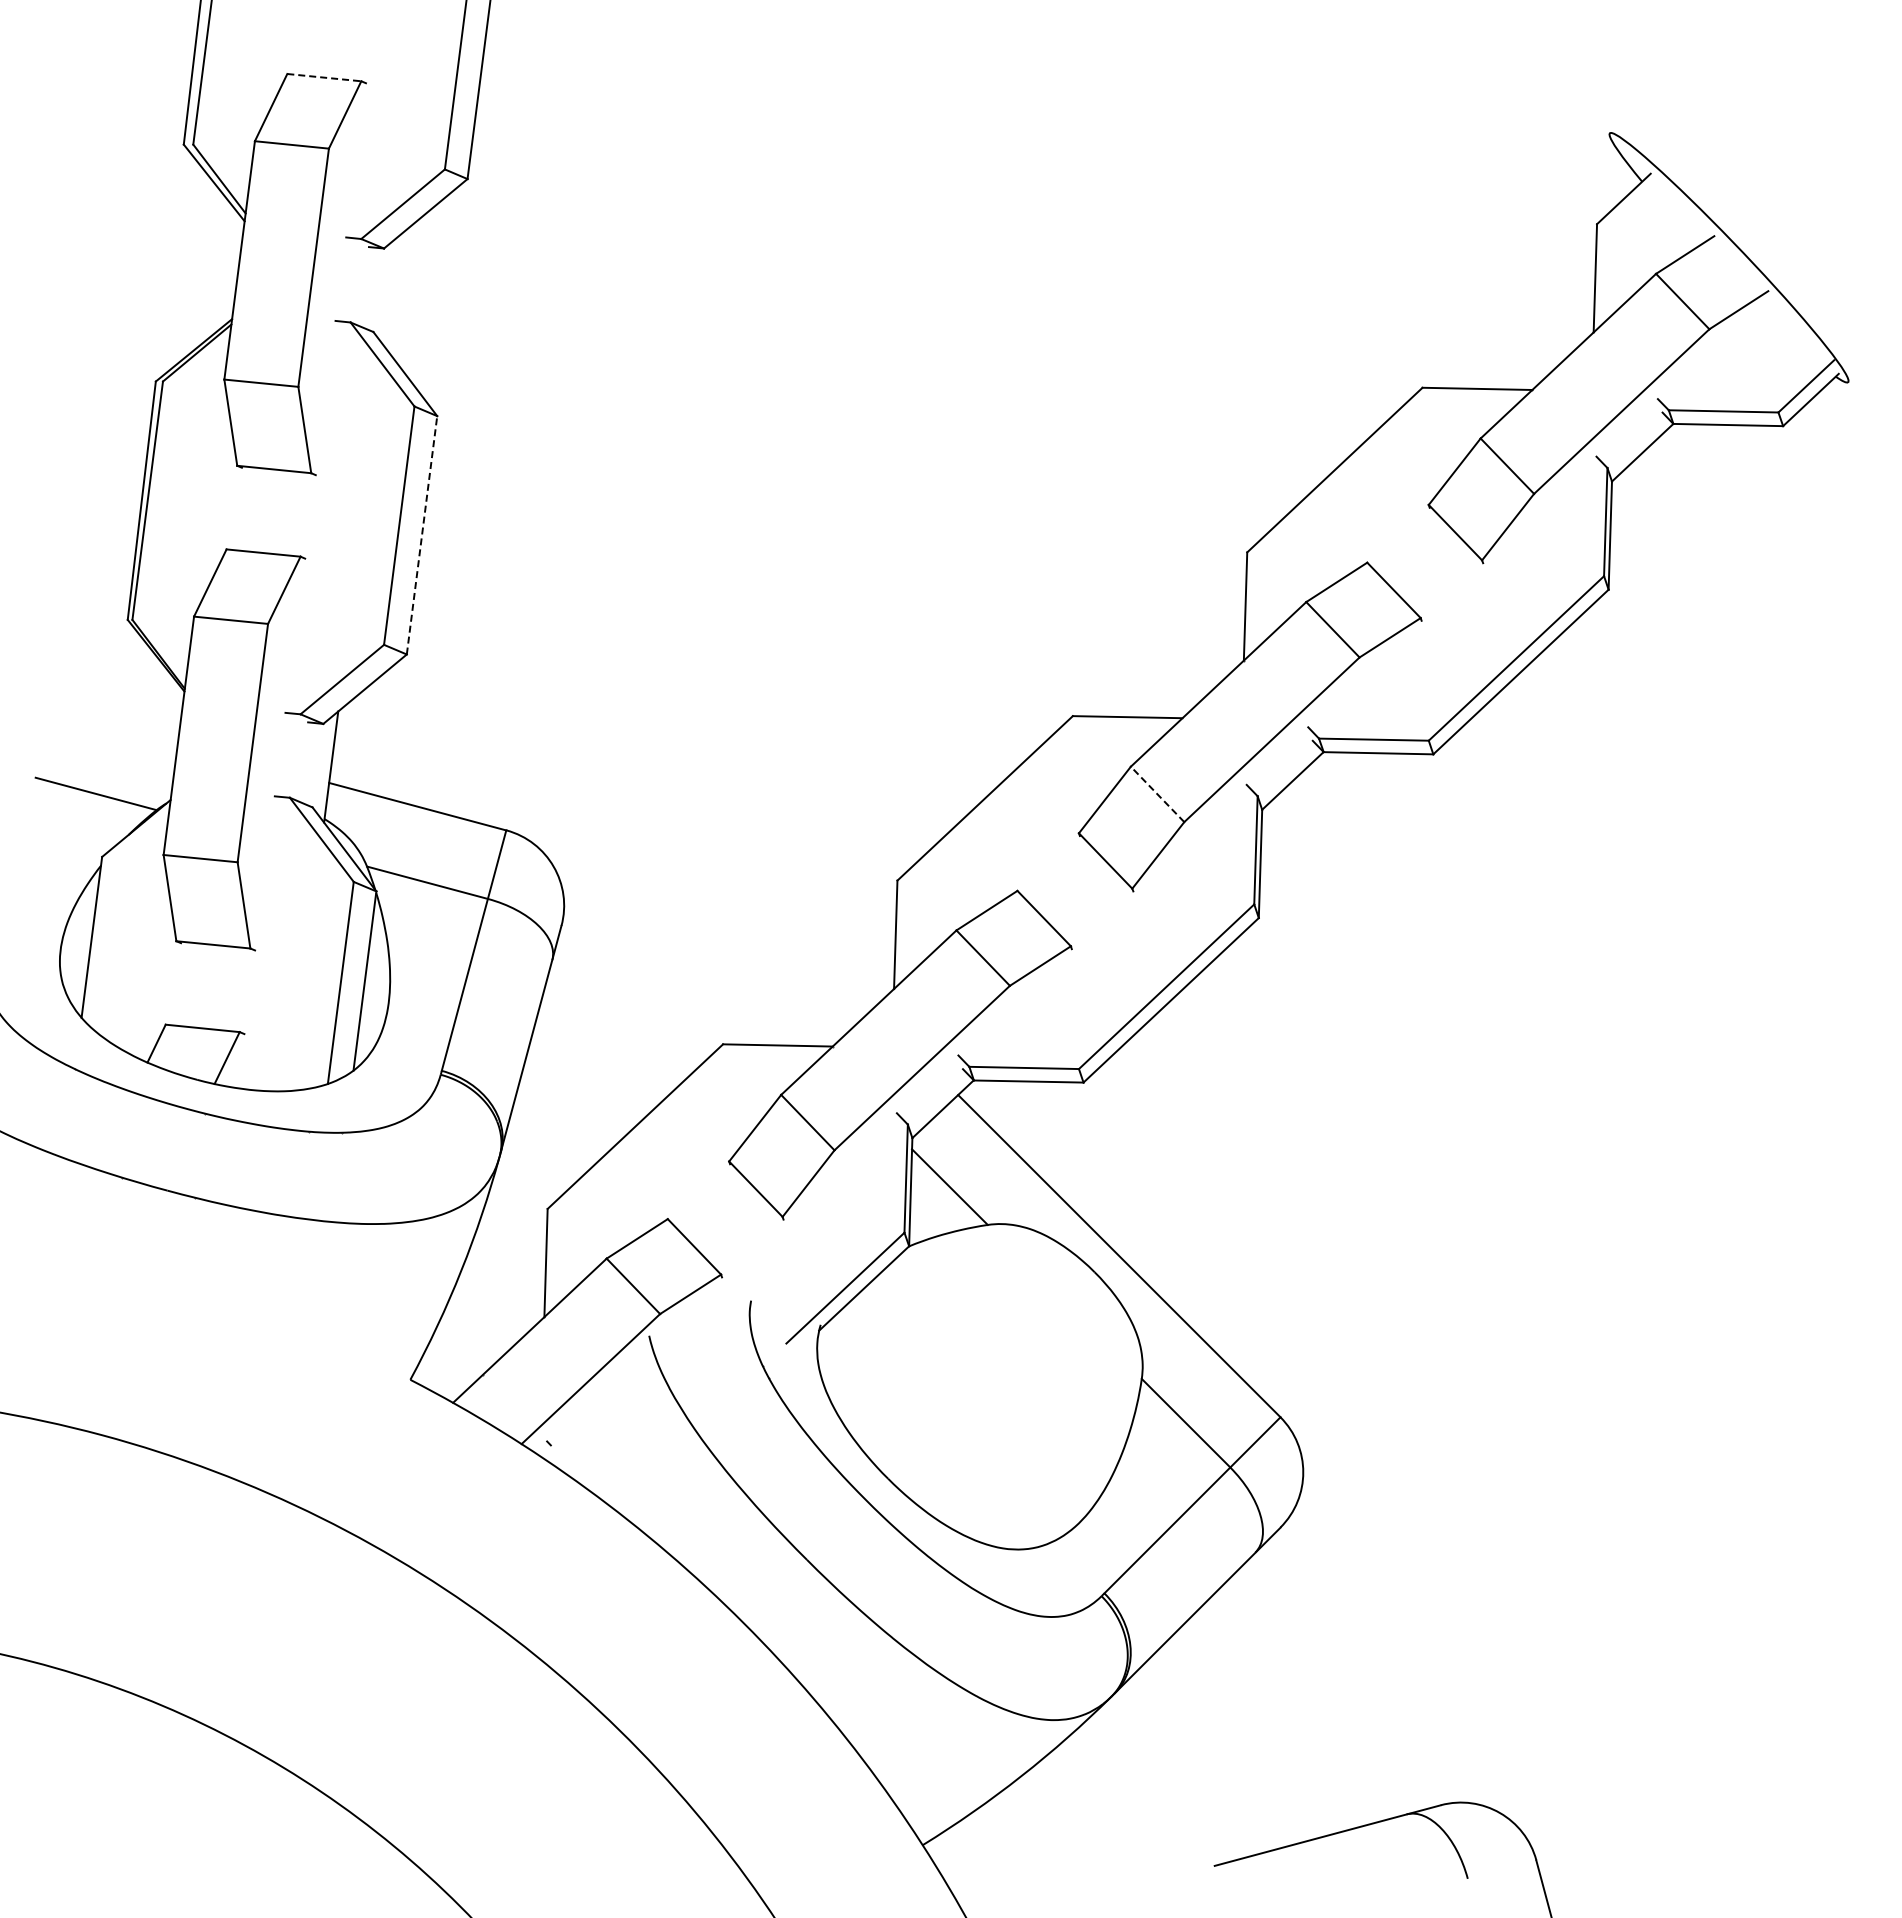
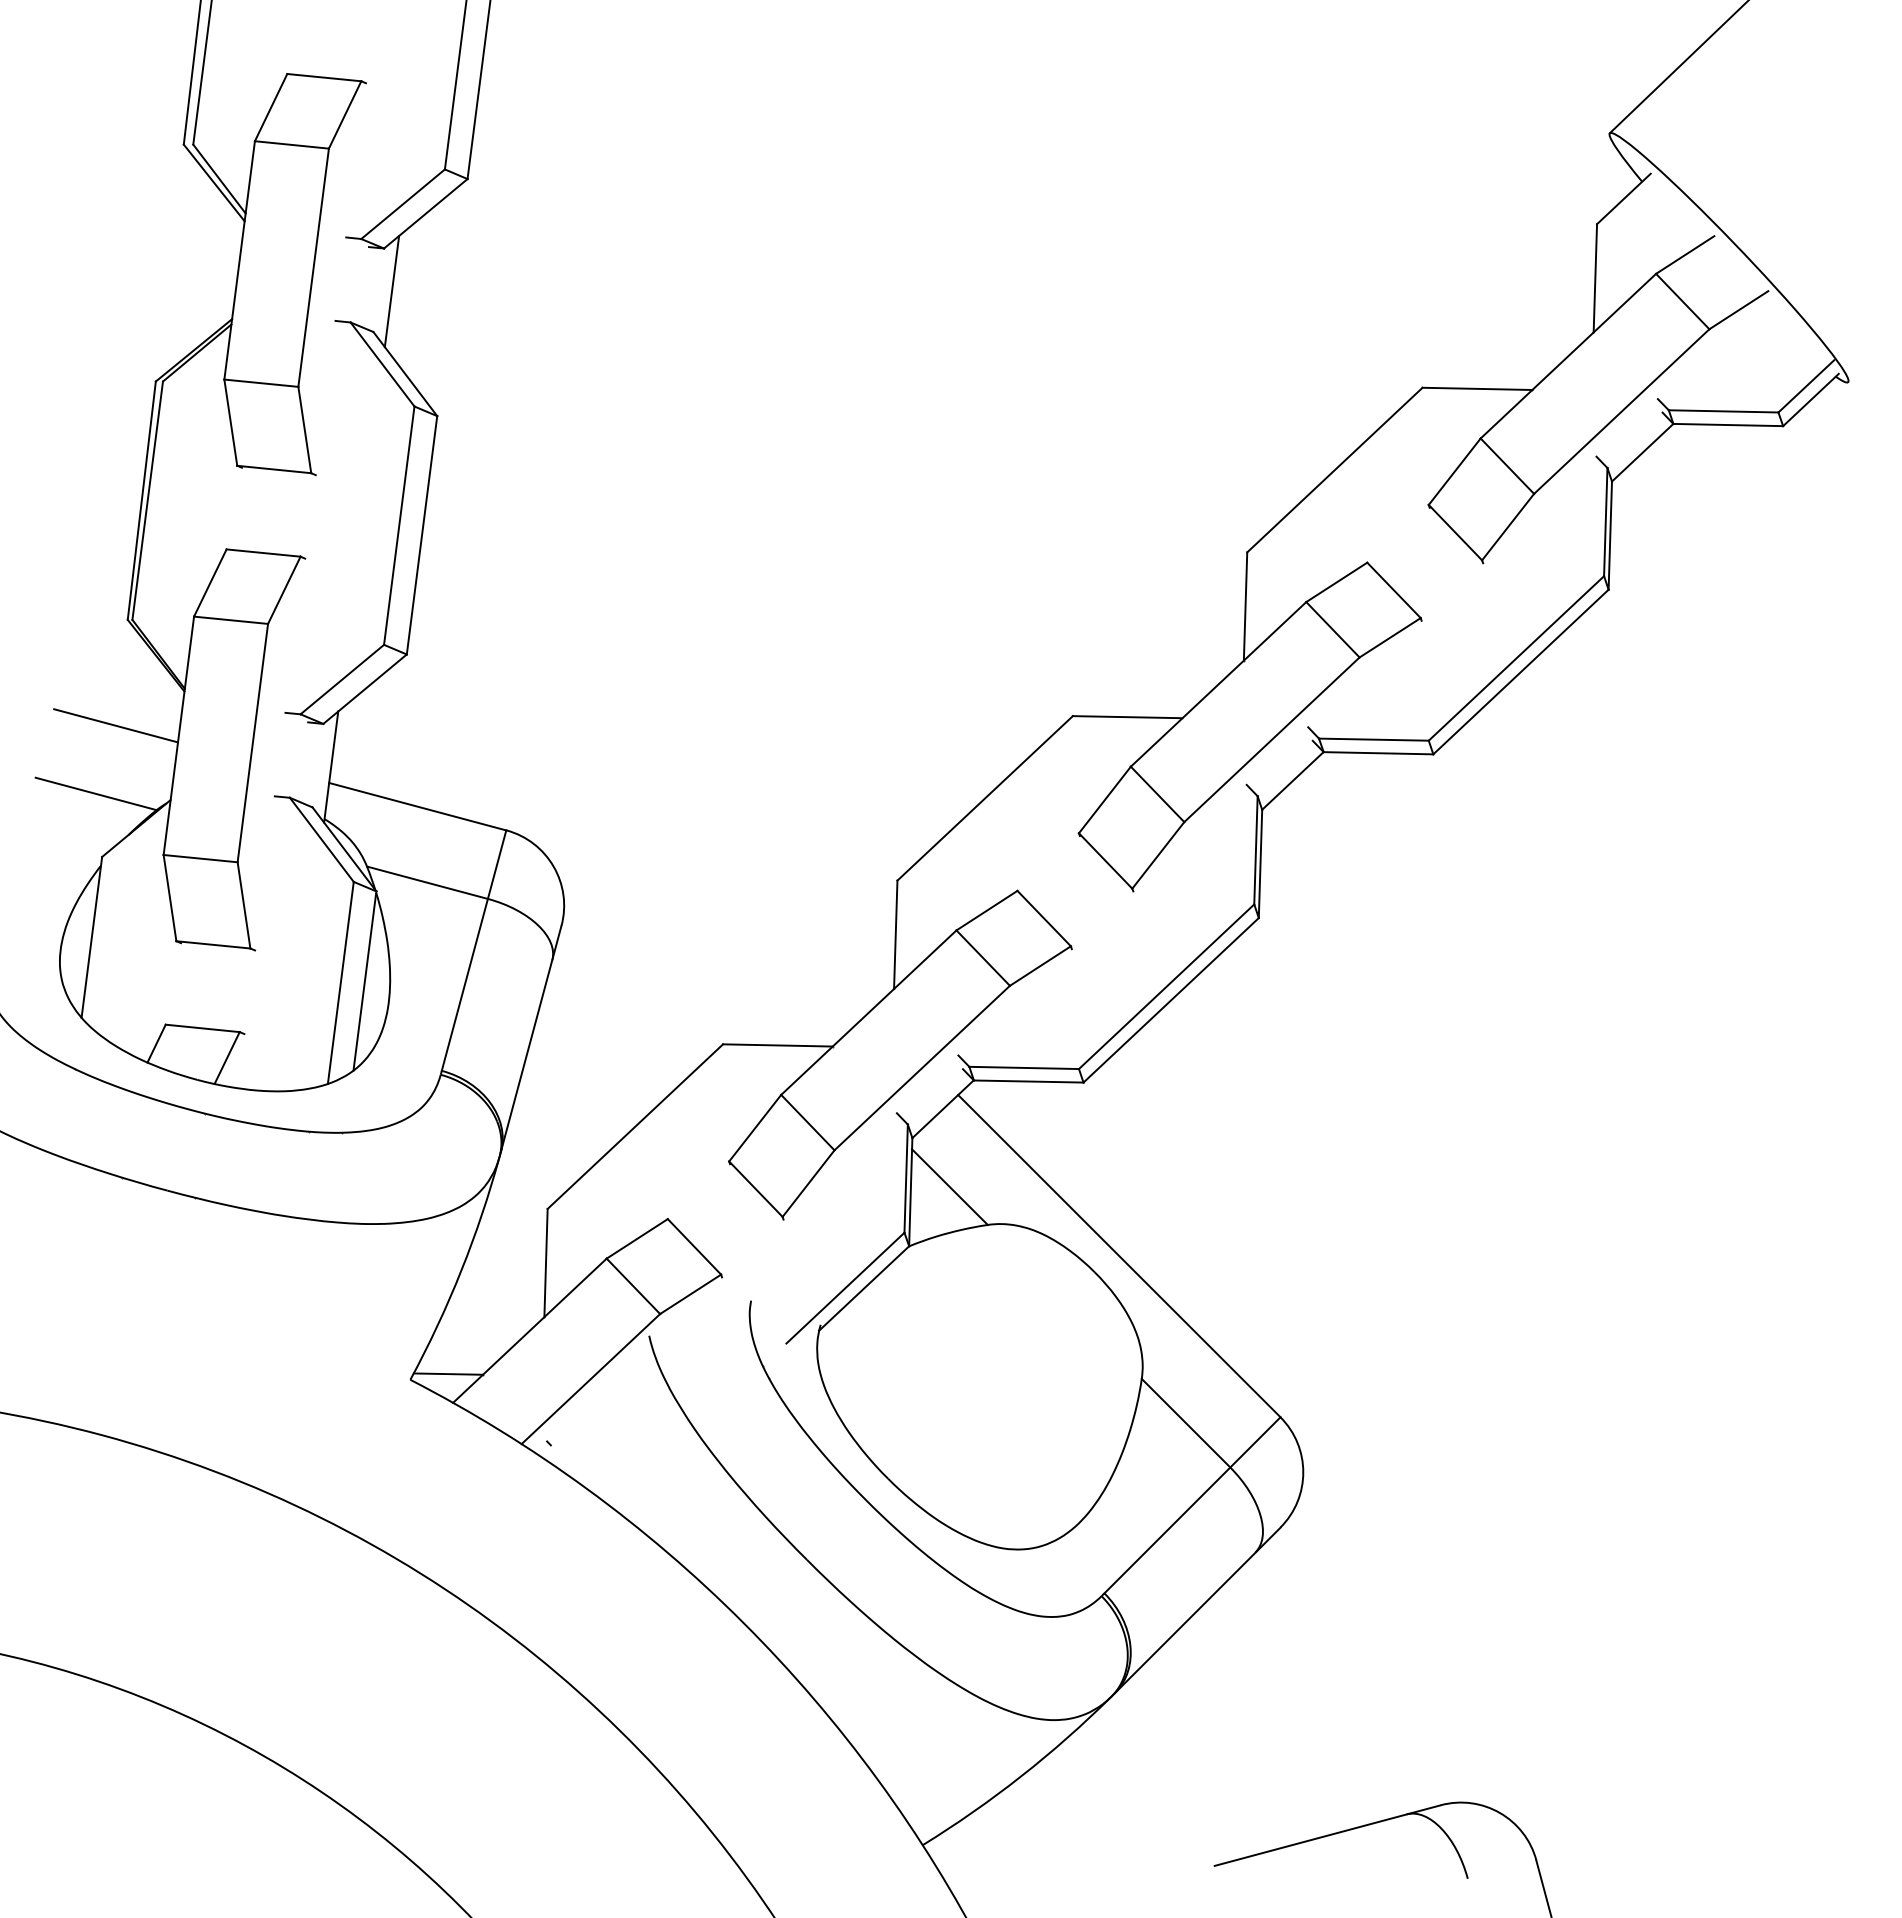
line at (1677, 67): none -> present
line at (324, 77): dashed -> solid
line at (391, 291): none -> present
line at (422, 534): dashed -> solid
line at (115, 725): none -> present
line at (1157, 794): dashed -> solid
line at (447, 1373): none -> present
